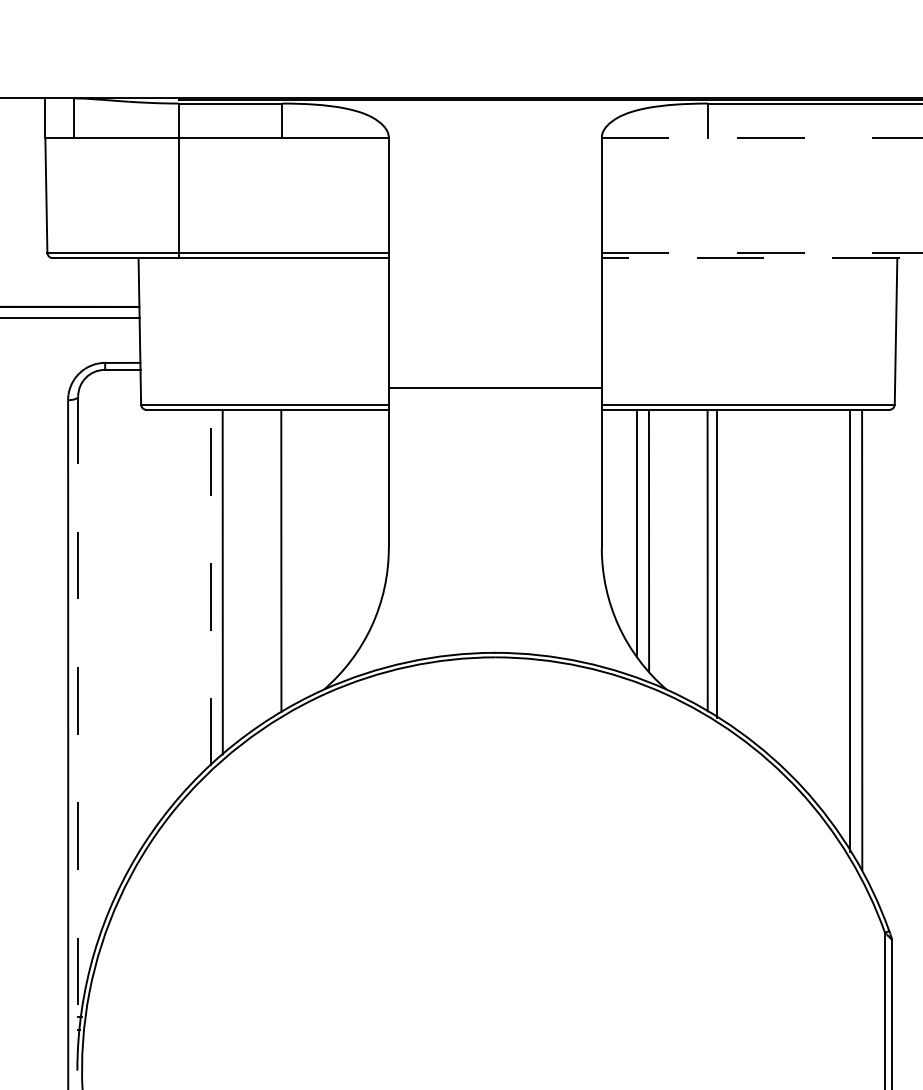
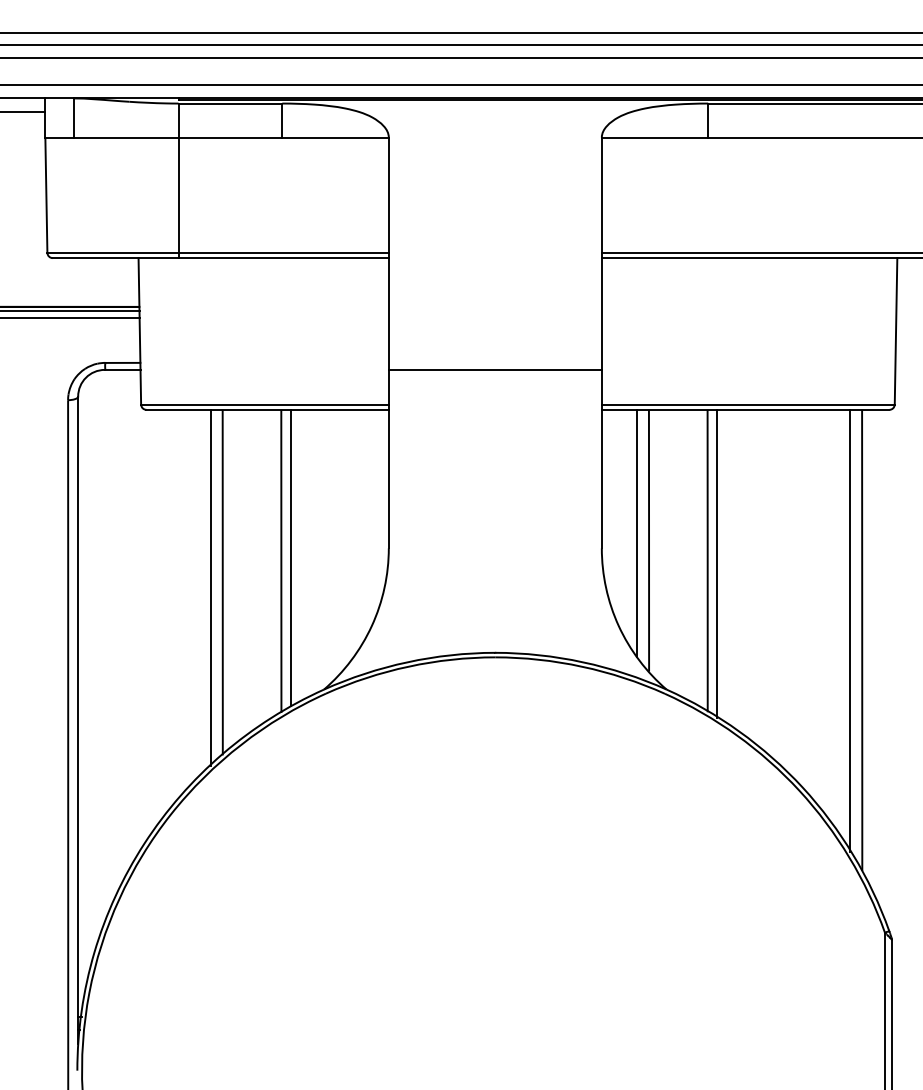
line at (460, 32): none -> present
line at (460, 45): none -> present
line at (460, 58): none -> present
line at (460, 85): none -> present
line at (23, 111): none -> present
line at (762, 138): dashed -> solid
line at (762, 252): dashed -> solid
line at (761, 258): dashed -> solid
line at (70, 311): none -> present
line at (494, 388) position: (494, 388) -> (494, 370)
line at (291, 557): none -> present
line at (211, 587): dashed -> solid
line at (78, 720): dashed -> solid
